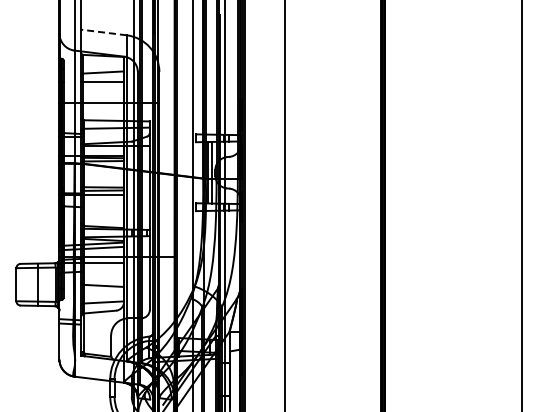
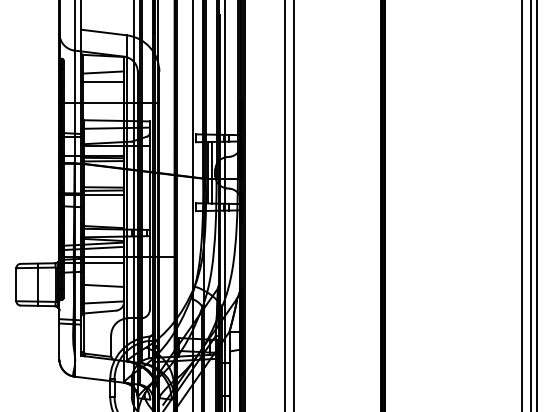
line at (103, 32): dashed -> solid
line at (293, 205): none -> present
line at (530, 205): none -> present
line at (537, 205): none -> present
